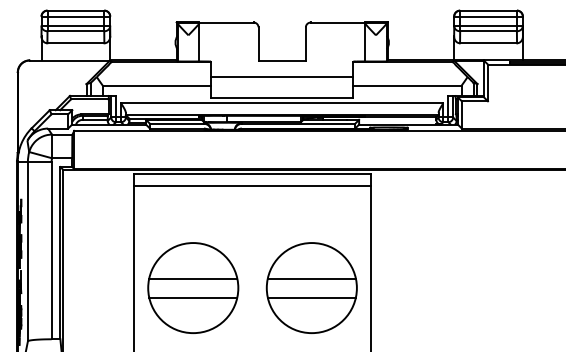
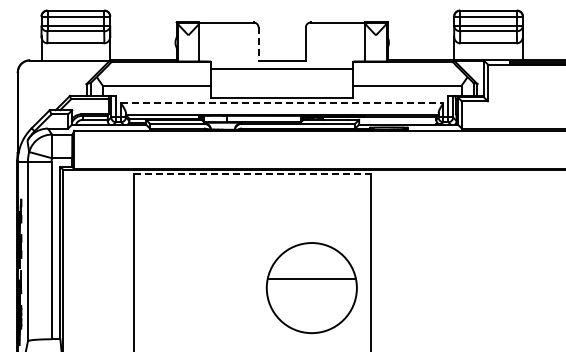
line at (258, 43): solid -> dashed
line at (282, 77) position: (282, 77) -> (282, 69)
line at (282, 103): solid -> dashed
line at (252, 174): solid -> dashed
line at (252, 186): present -> none
part at (193, 287): present -> none
line at (311, 297): present -> none
